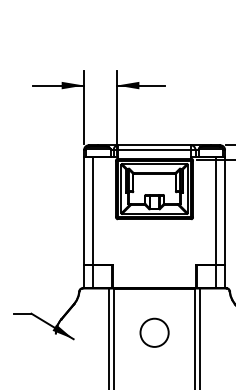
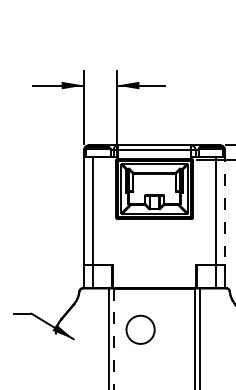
line at (225, 207): solid -> dashed
circle at (154, 332) position: (154, 332) -> (140, 329)
line at (113, 339): solid -> dashed
